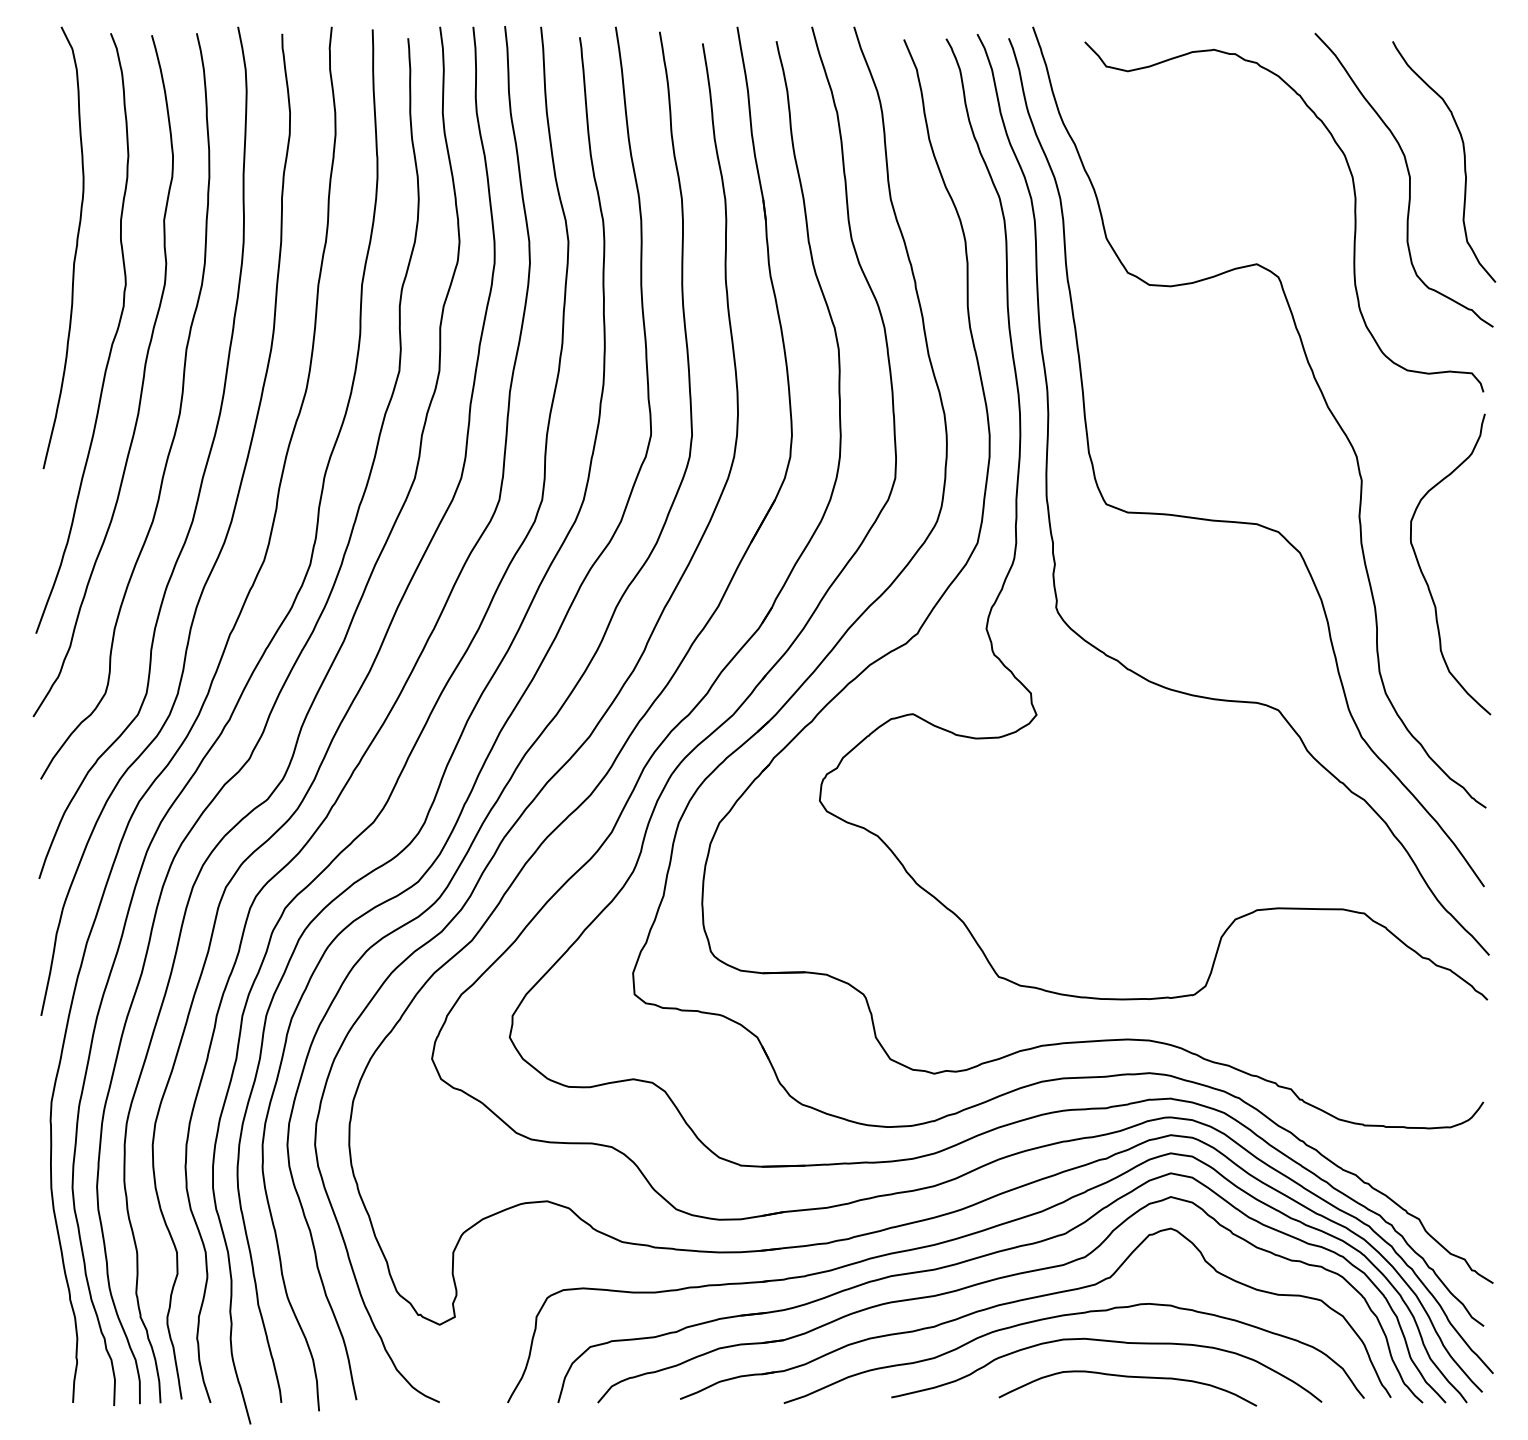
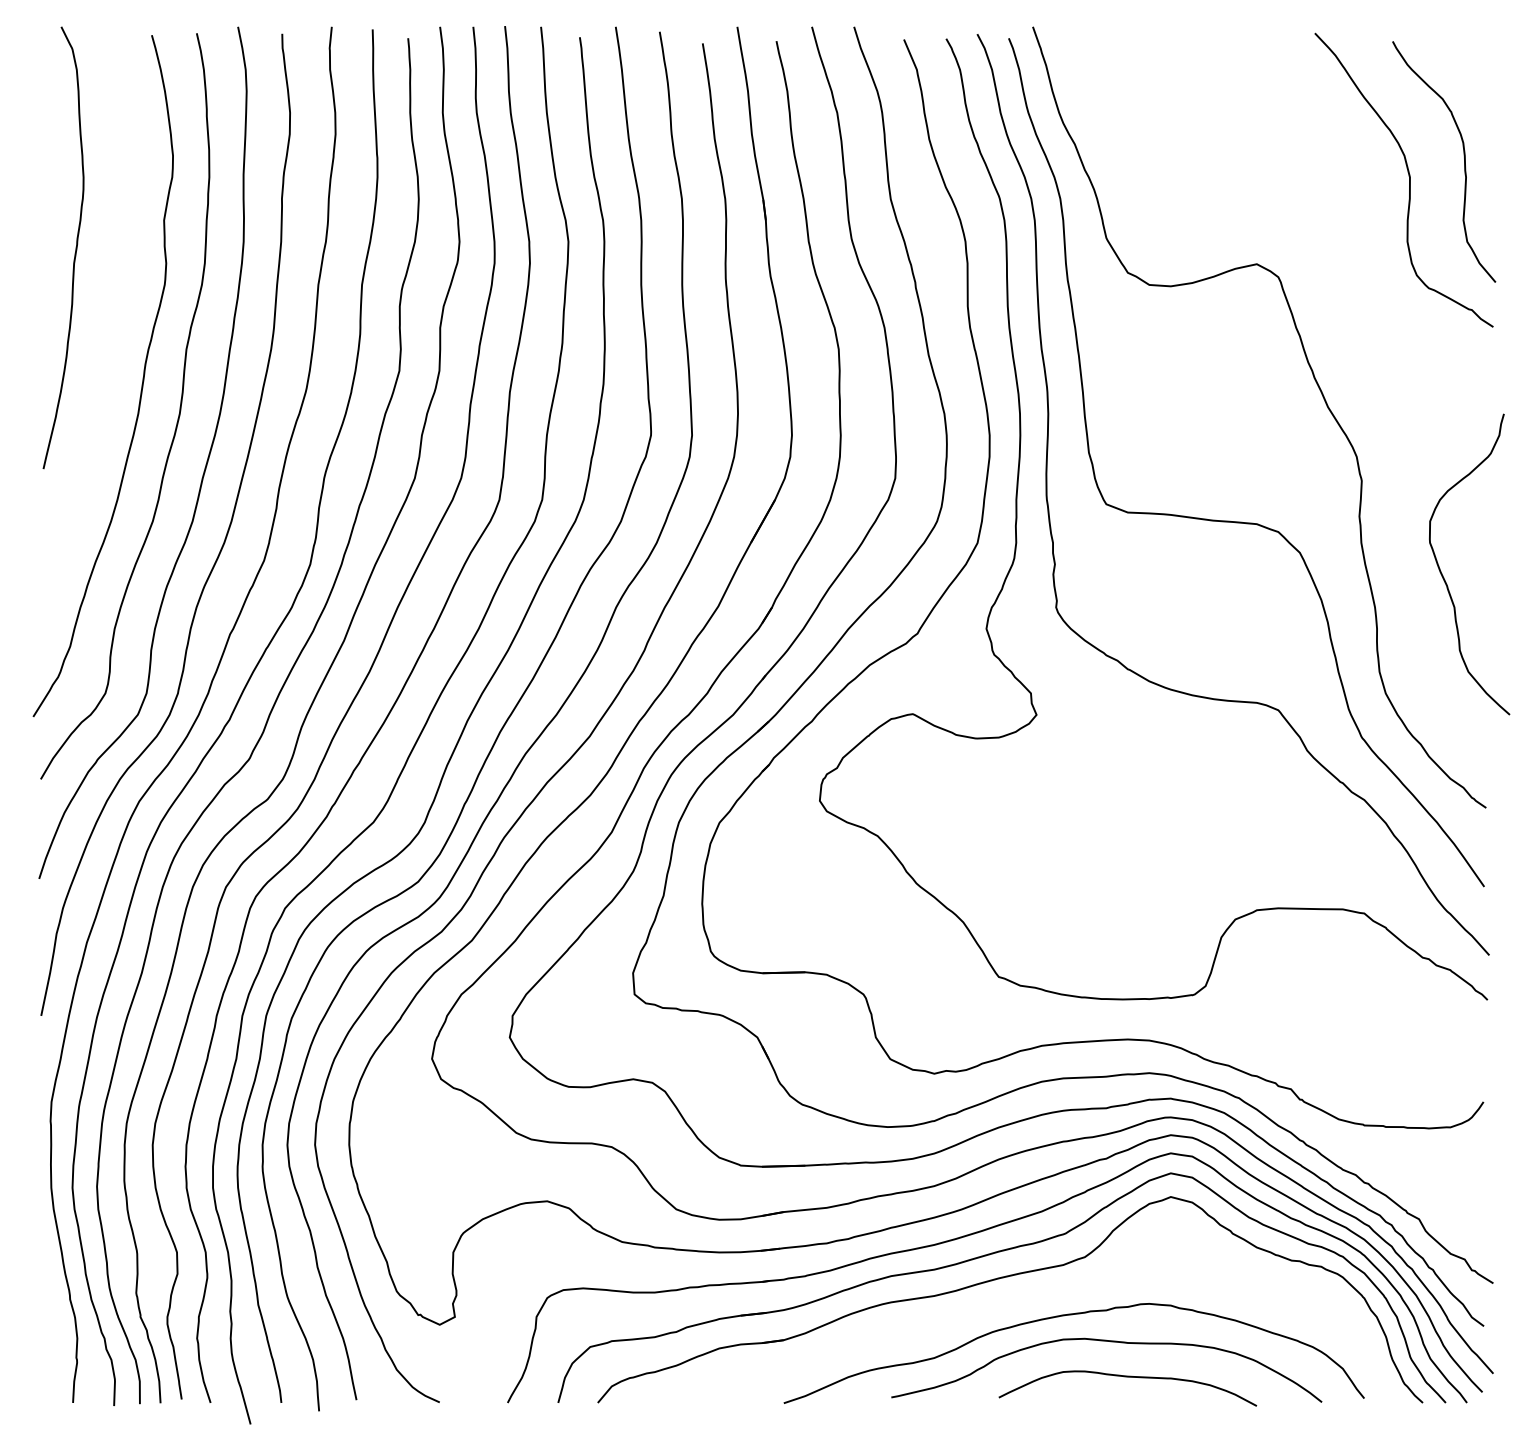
curve at (1354, 216): present -> none
curve at (111, 343): present -> none
curve at (1425, 577) position: (1425, 577) -> (1444, 577)
part at (1030, 1299): present -> none
